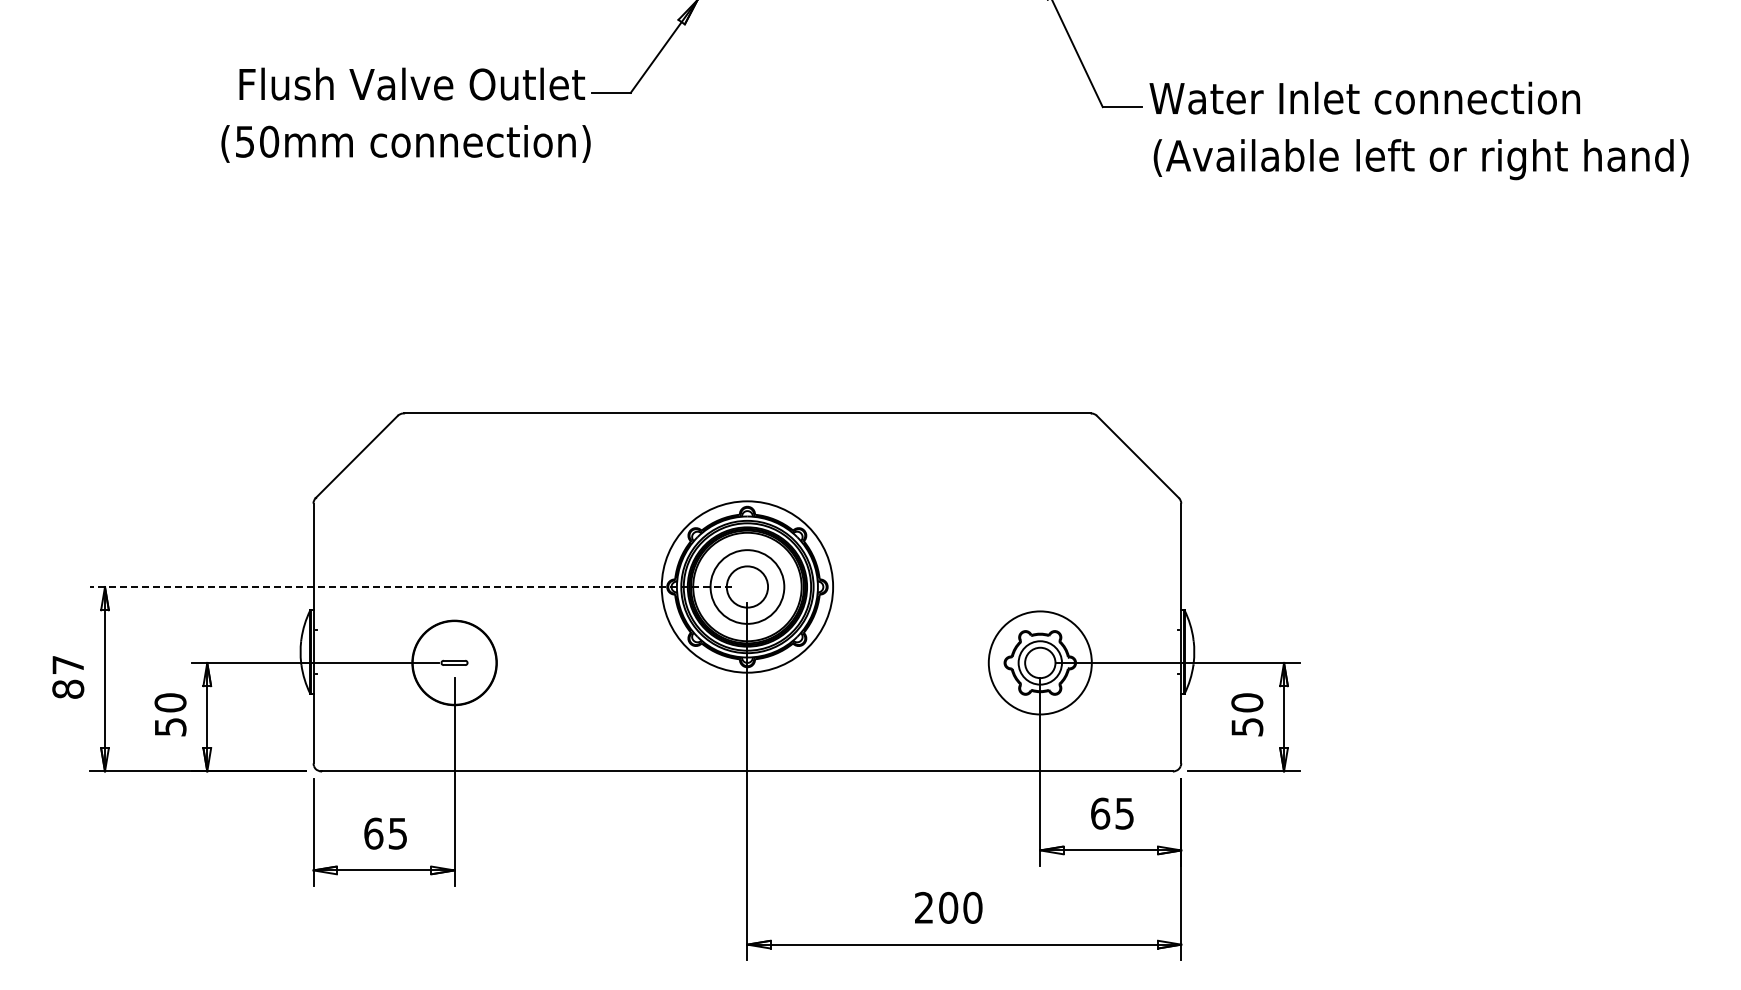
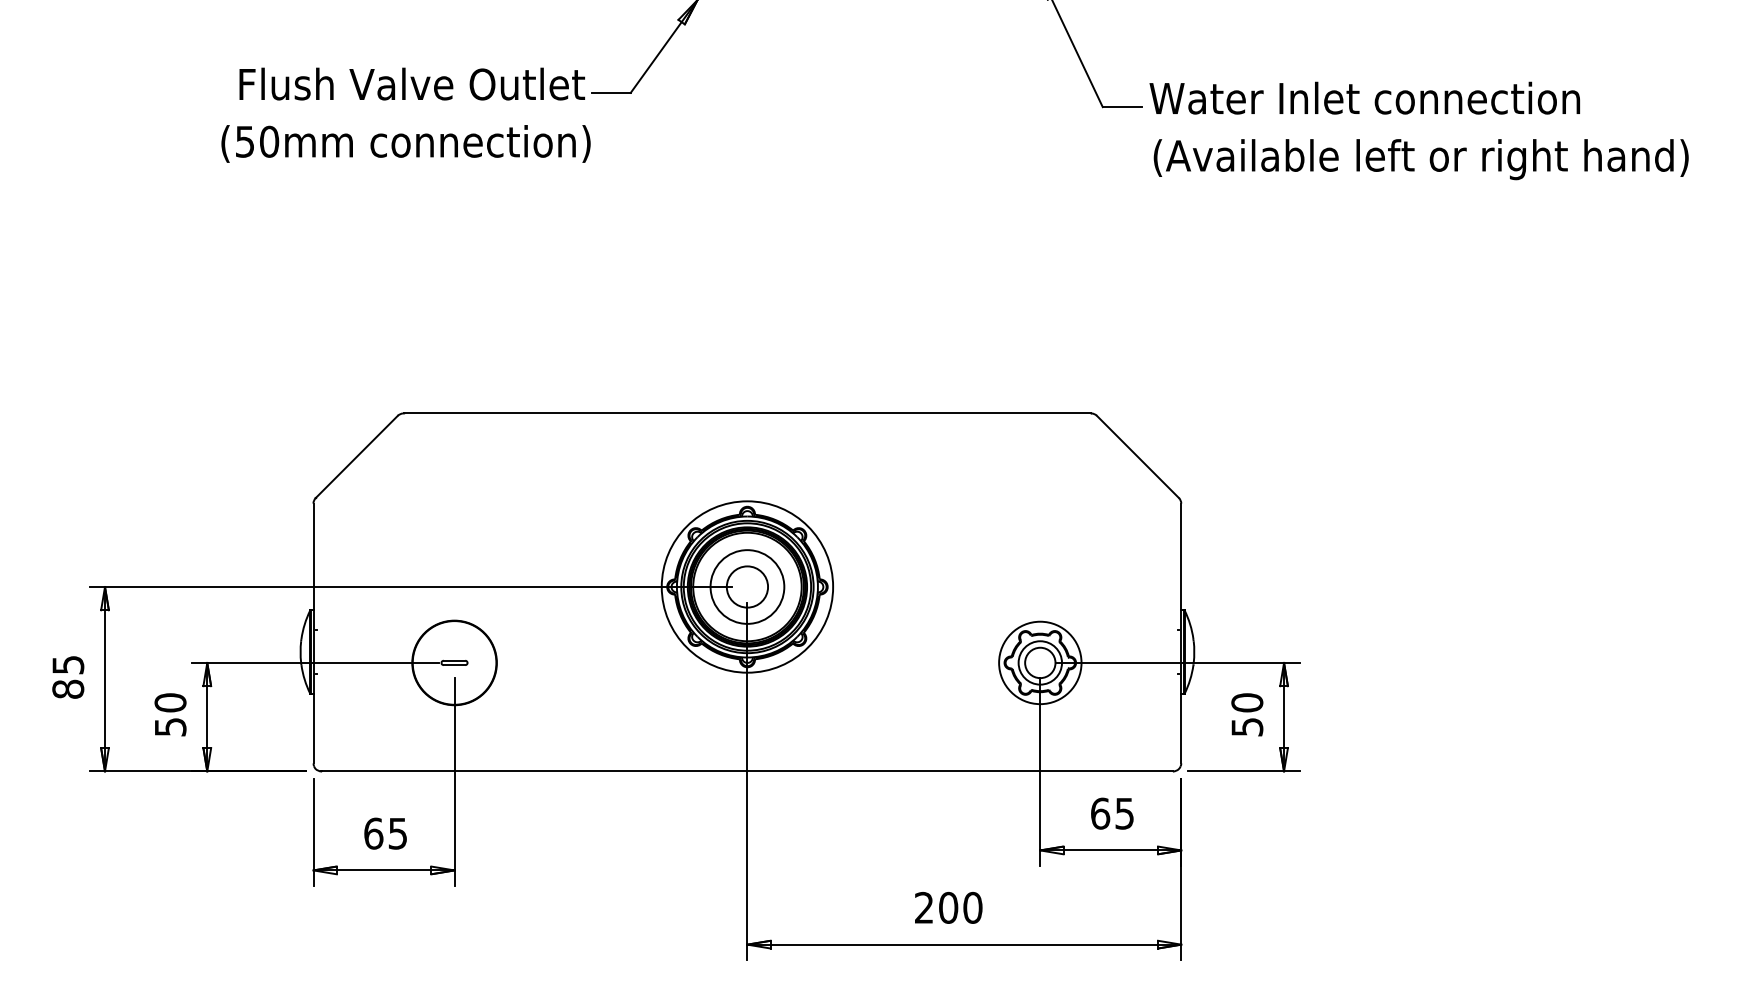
line at (410, 587): dashed -> solid
circle at (1039, 662) diameter: 103 px -> 82 px
text at (68, 665): 87 -> 85
